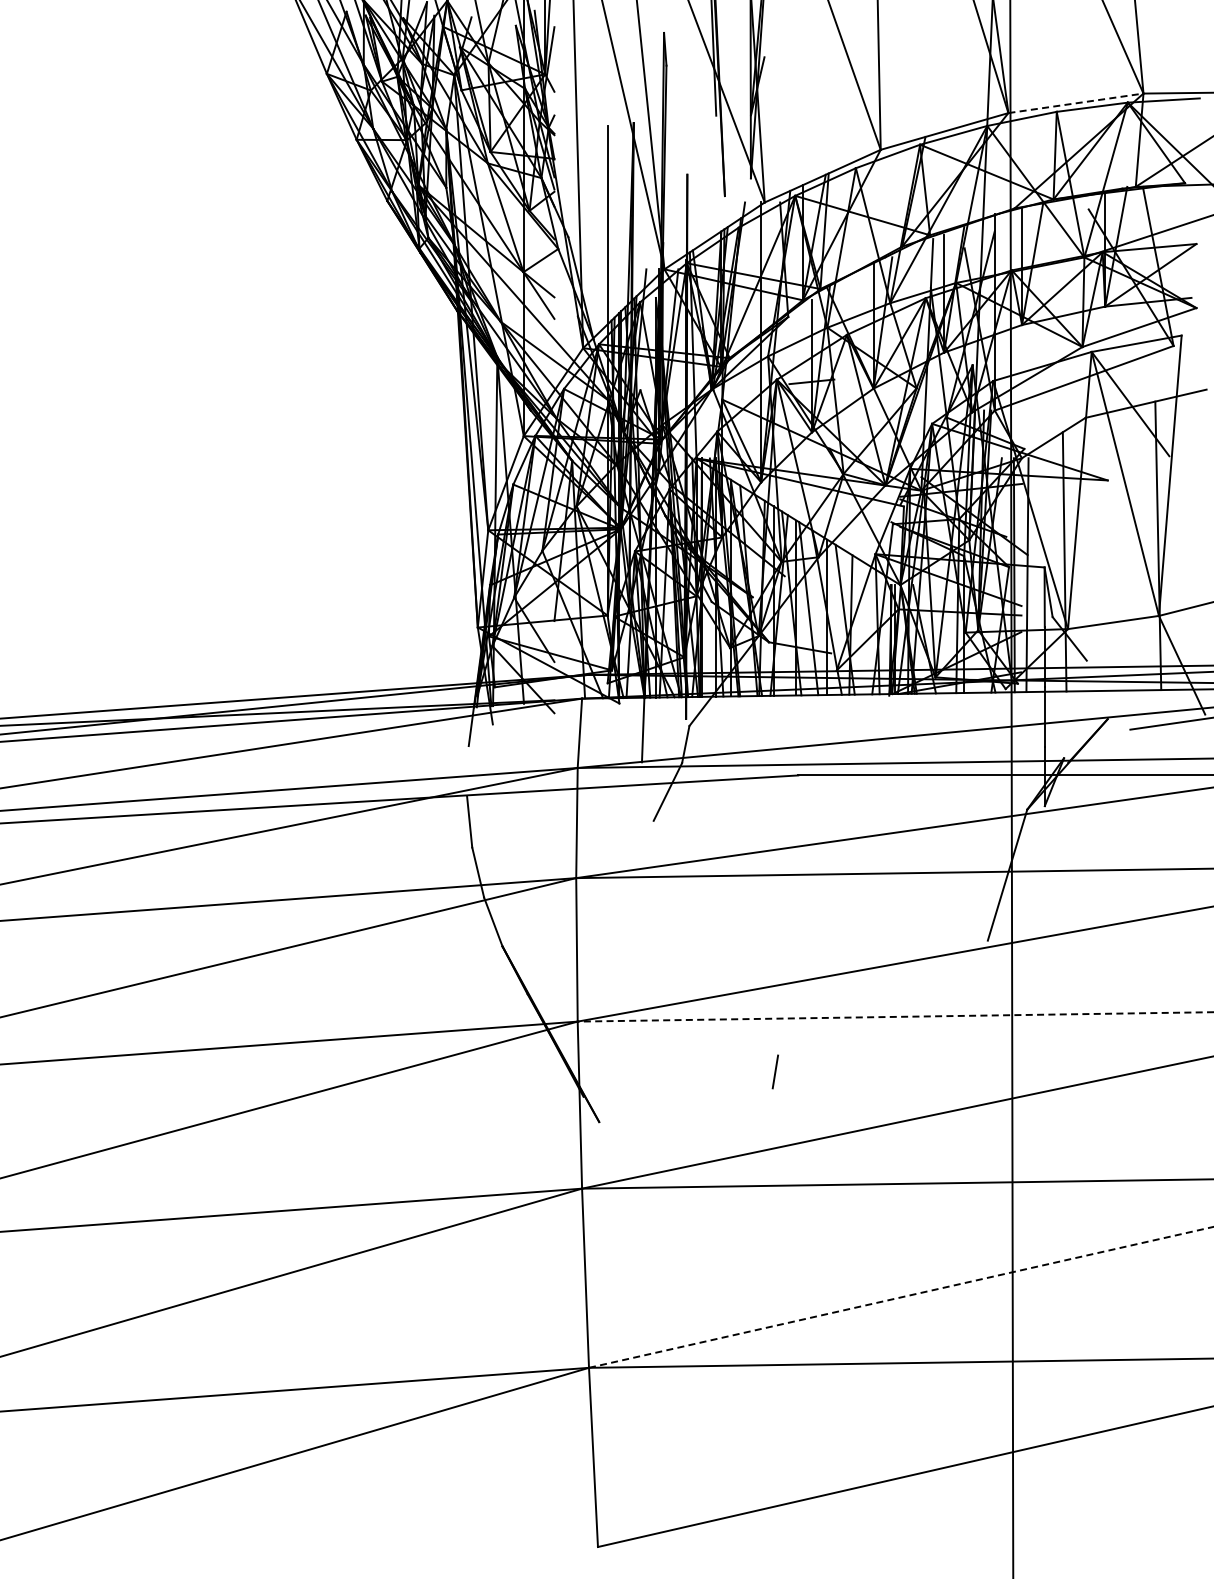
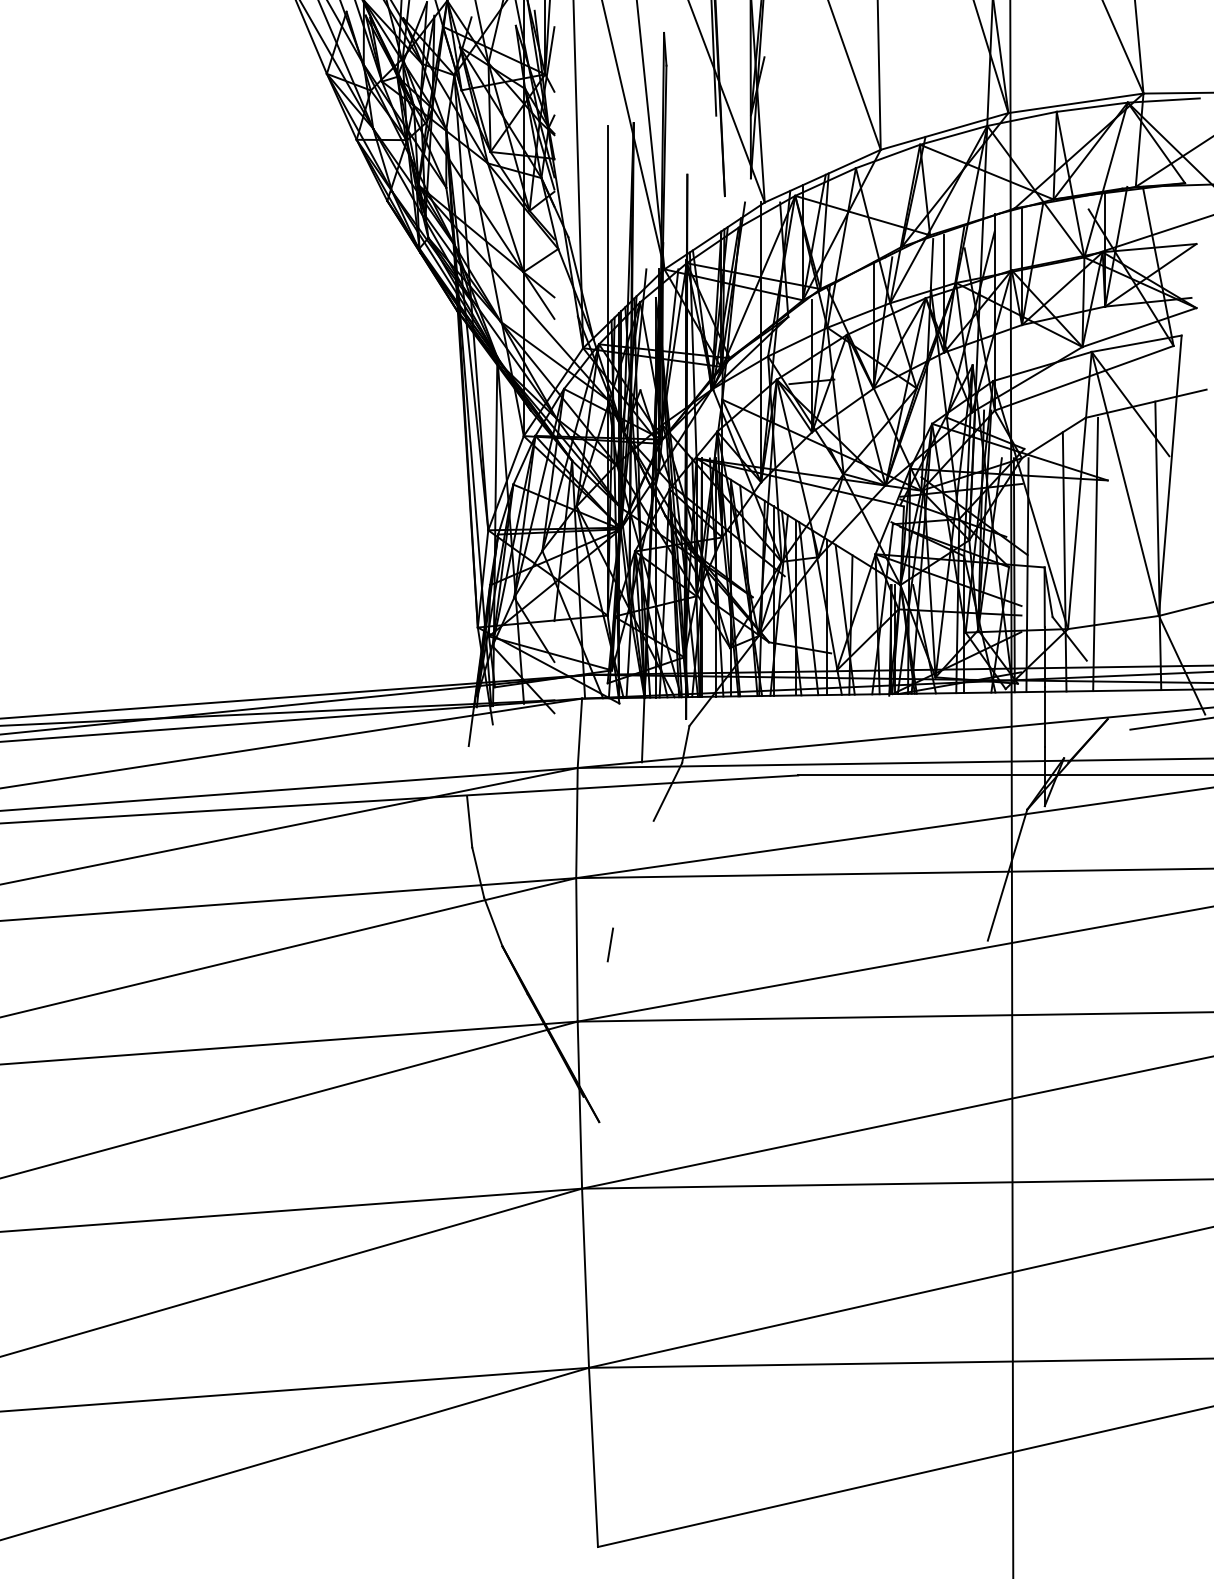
line at (1076, 103): dashed -> solid
line at (1095, 554): none -> present
line at (895, 1016): dashed -> solid
line at (774, 1071) position: (774, 1071) -> (609, 944)
line at (901, 1297): dashed -> solid
